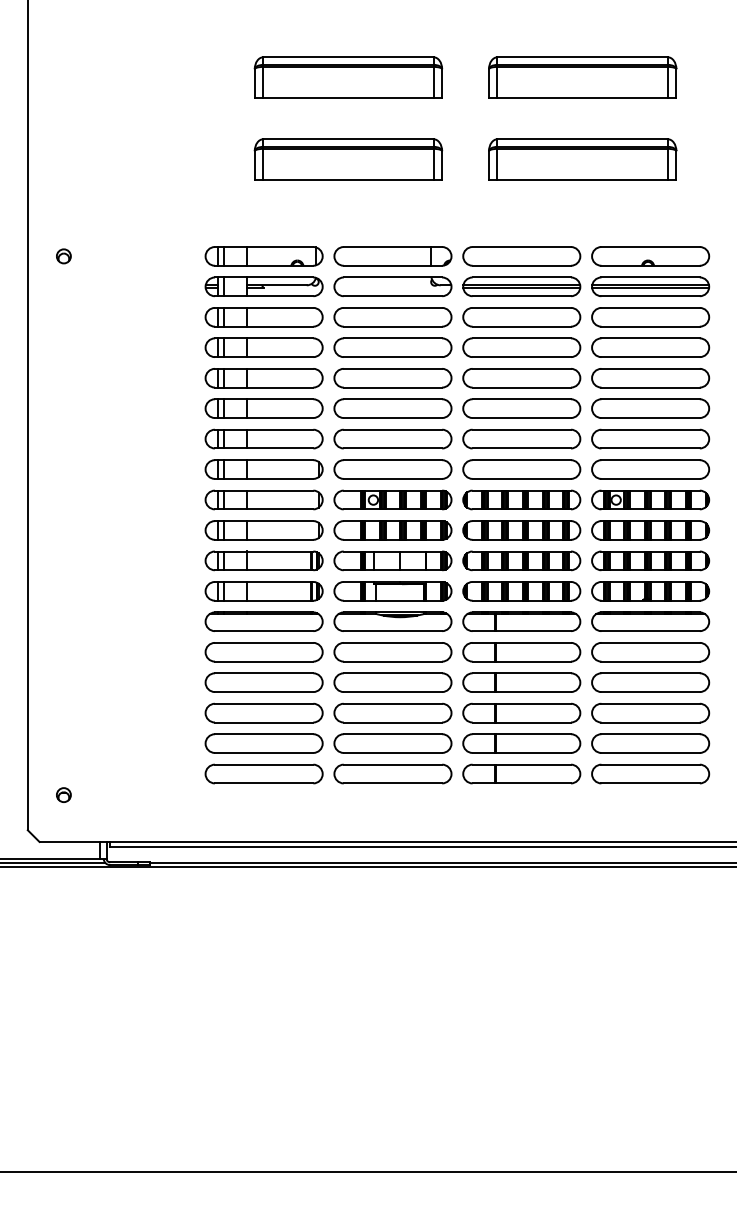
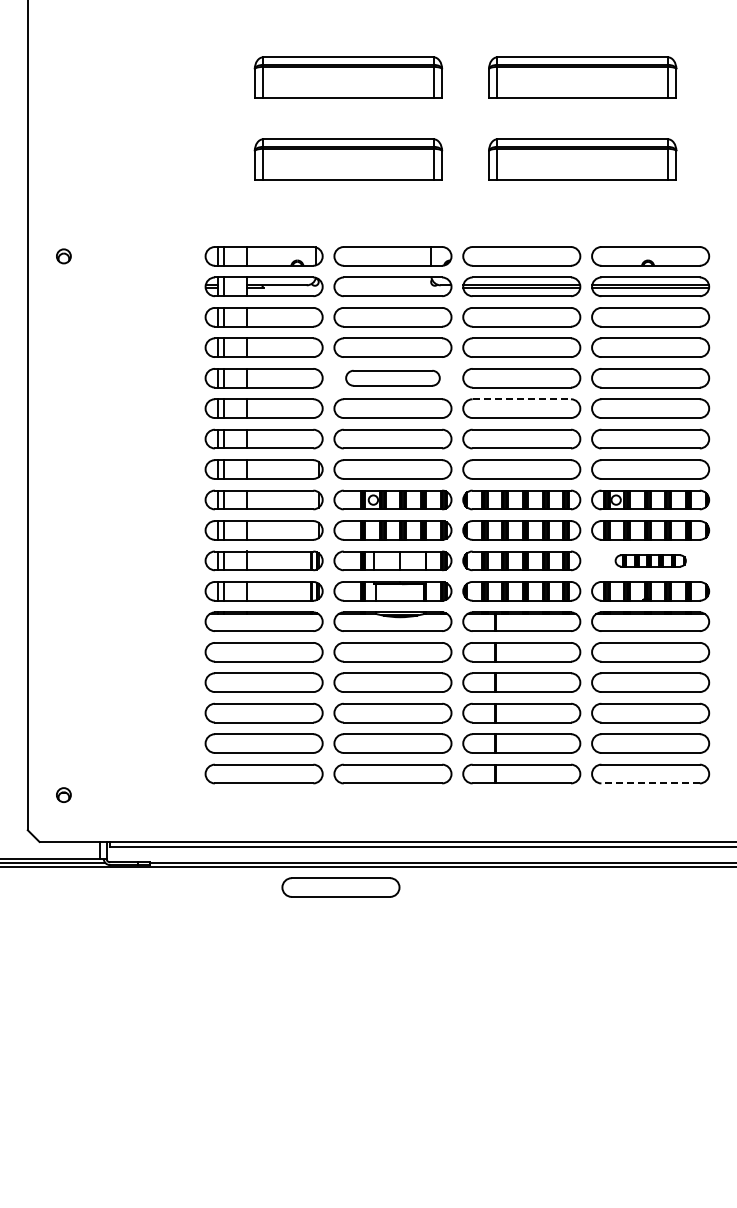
part at (392, 378) size: 120x21 px -> 96x17 px
line at (522, 399): solid -> dashed
part at (650, 560) size: 120x22 px -> 73x14 px
line at (650, 783): solid -> dashed
part at (340, 887): none -> present
line at (367, 1171): present -> none
